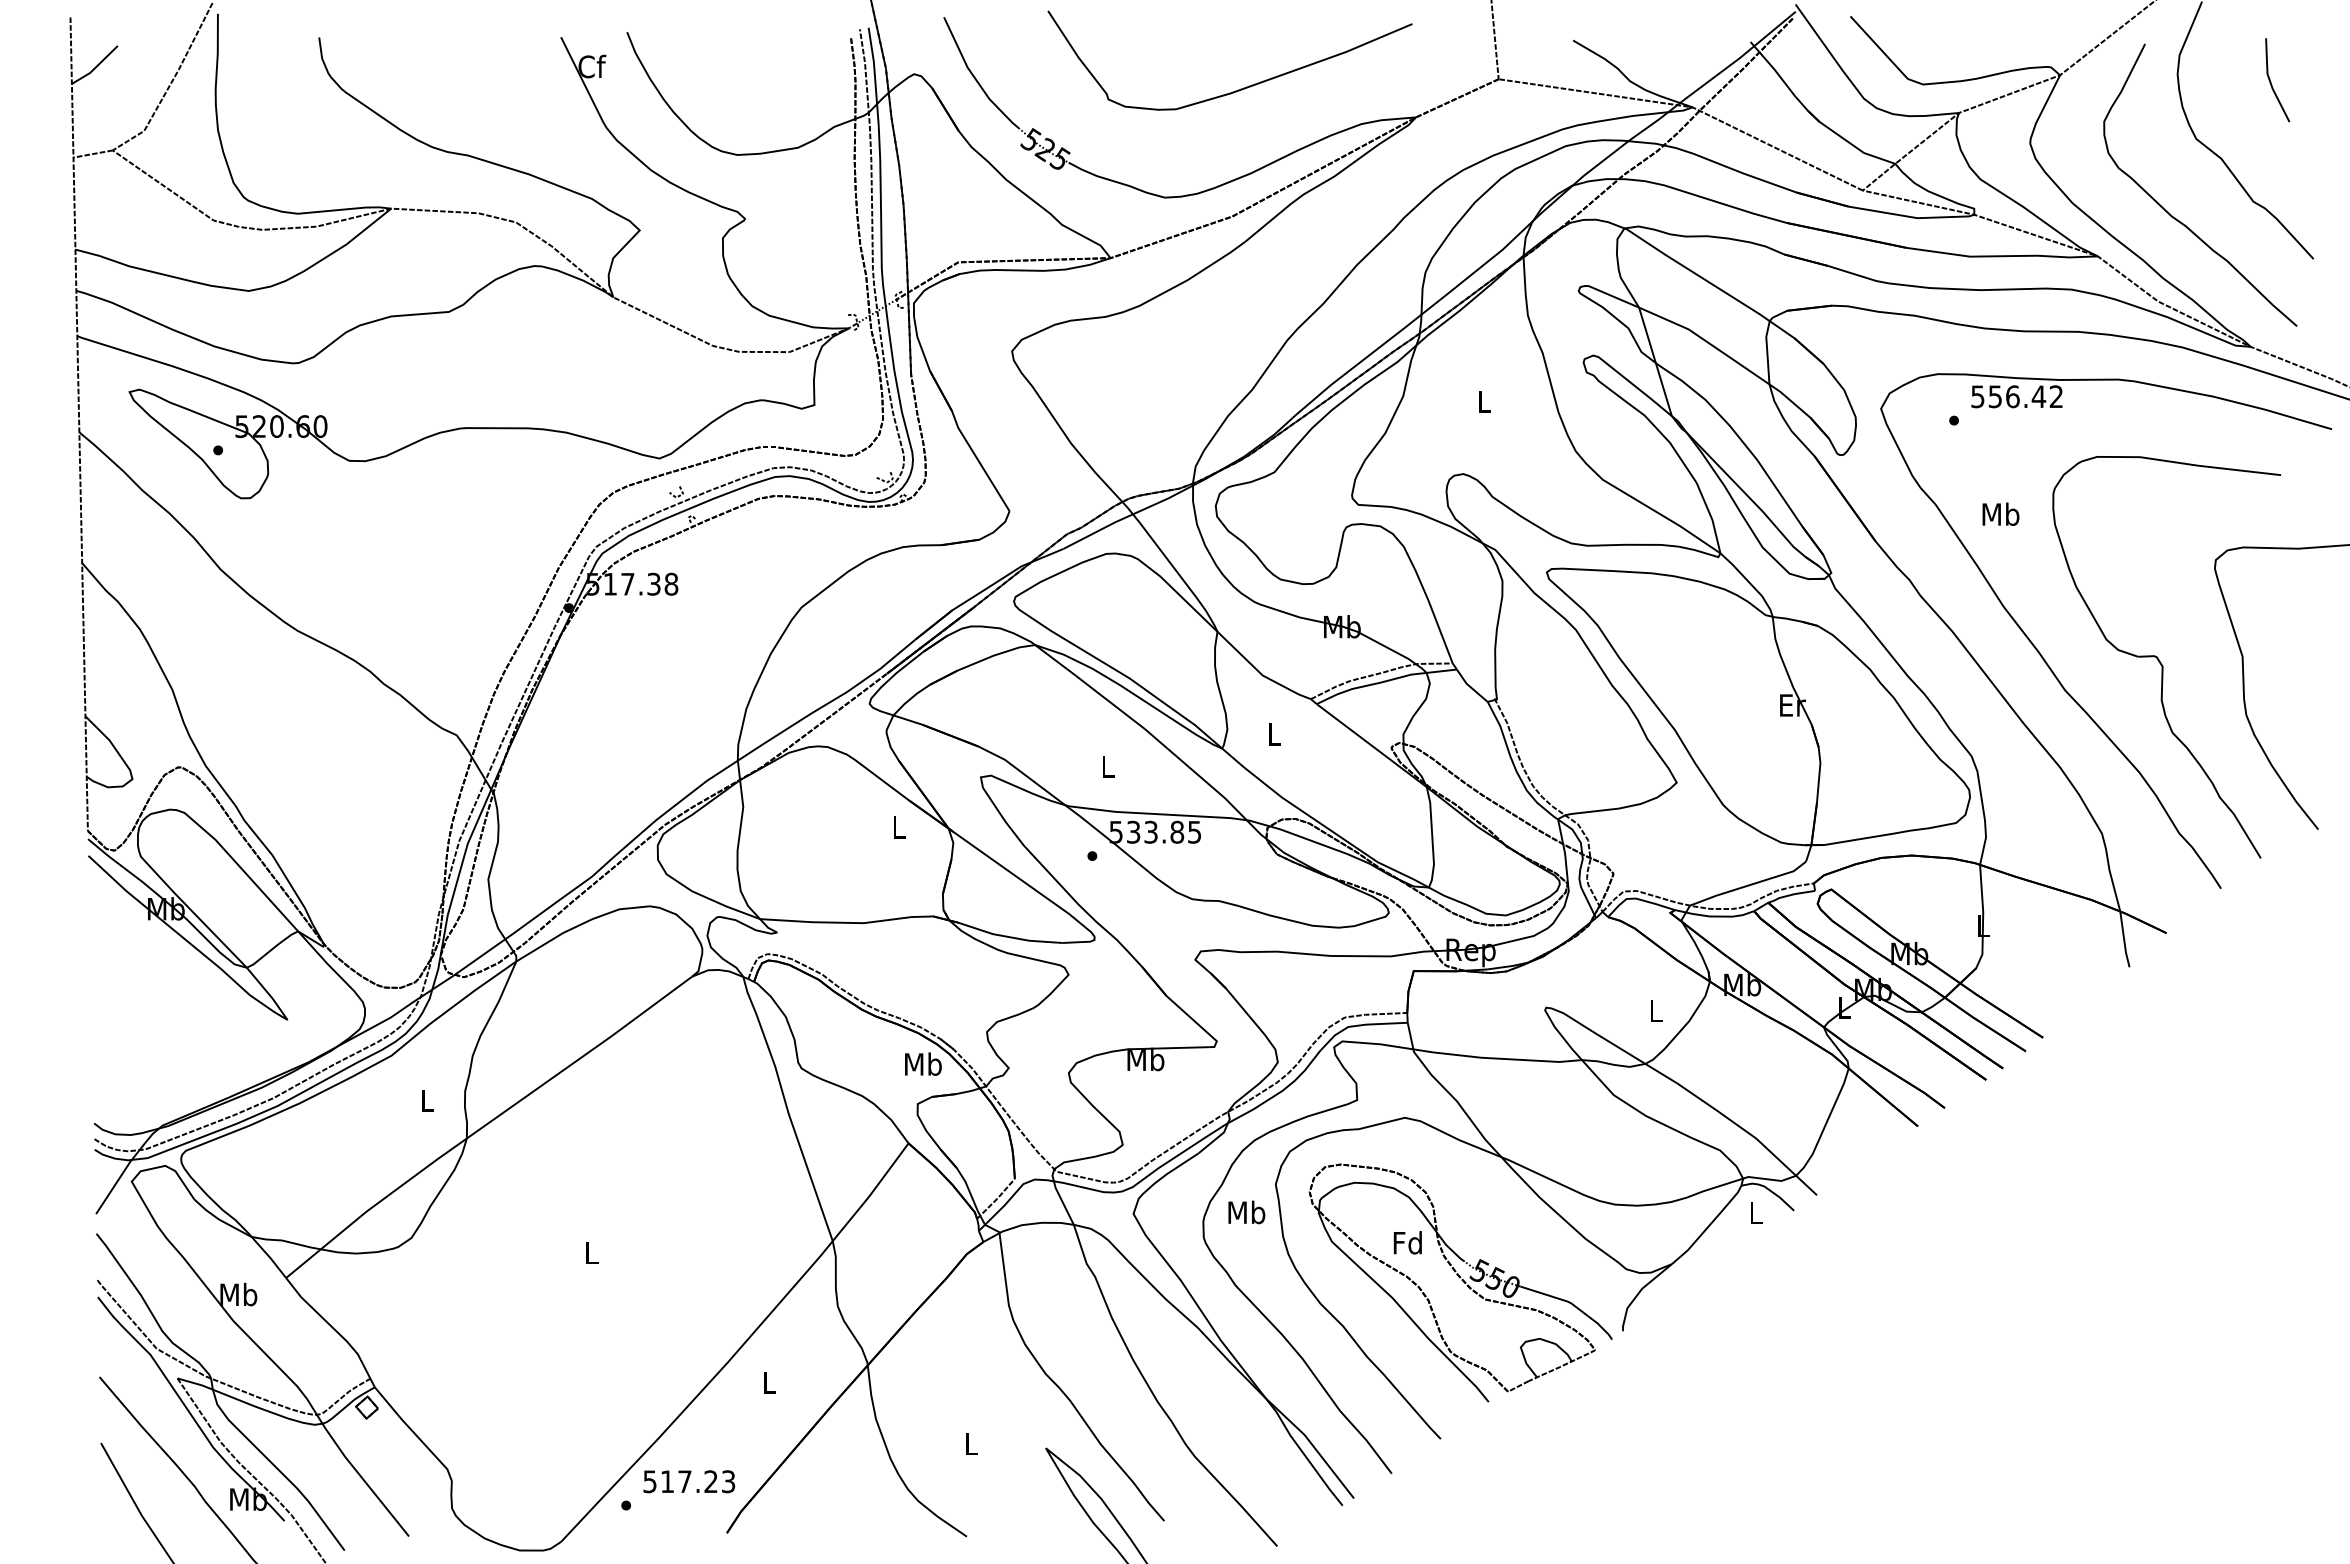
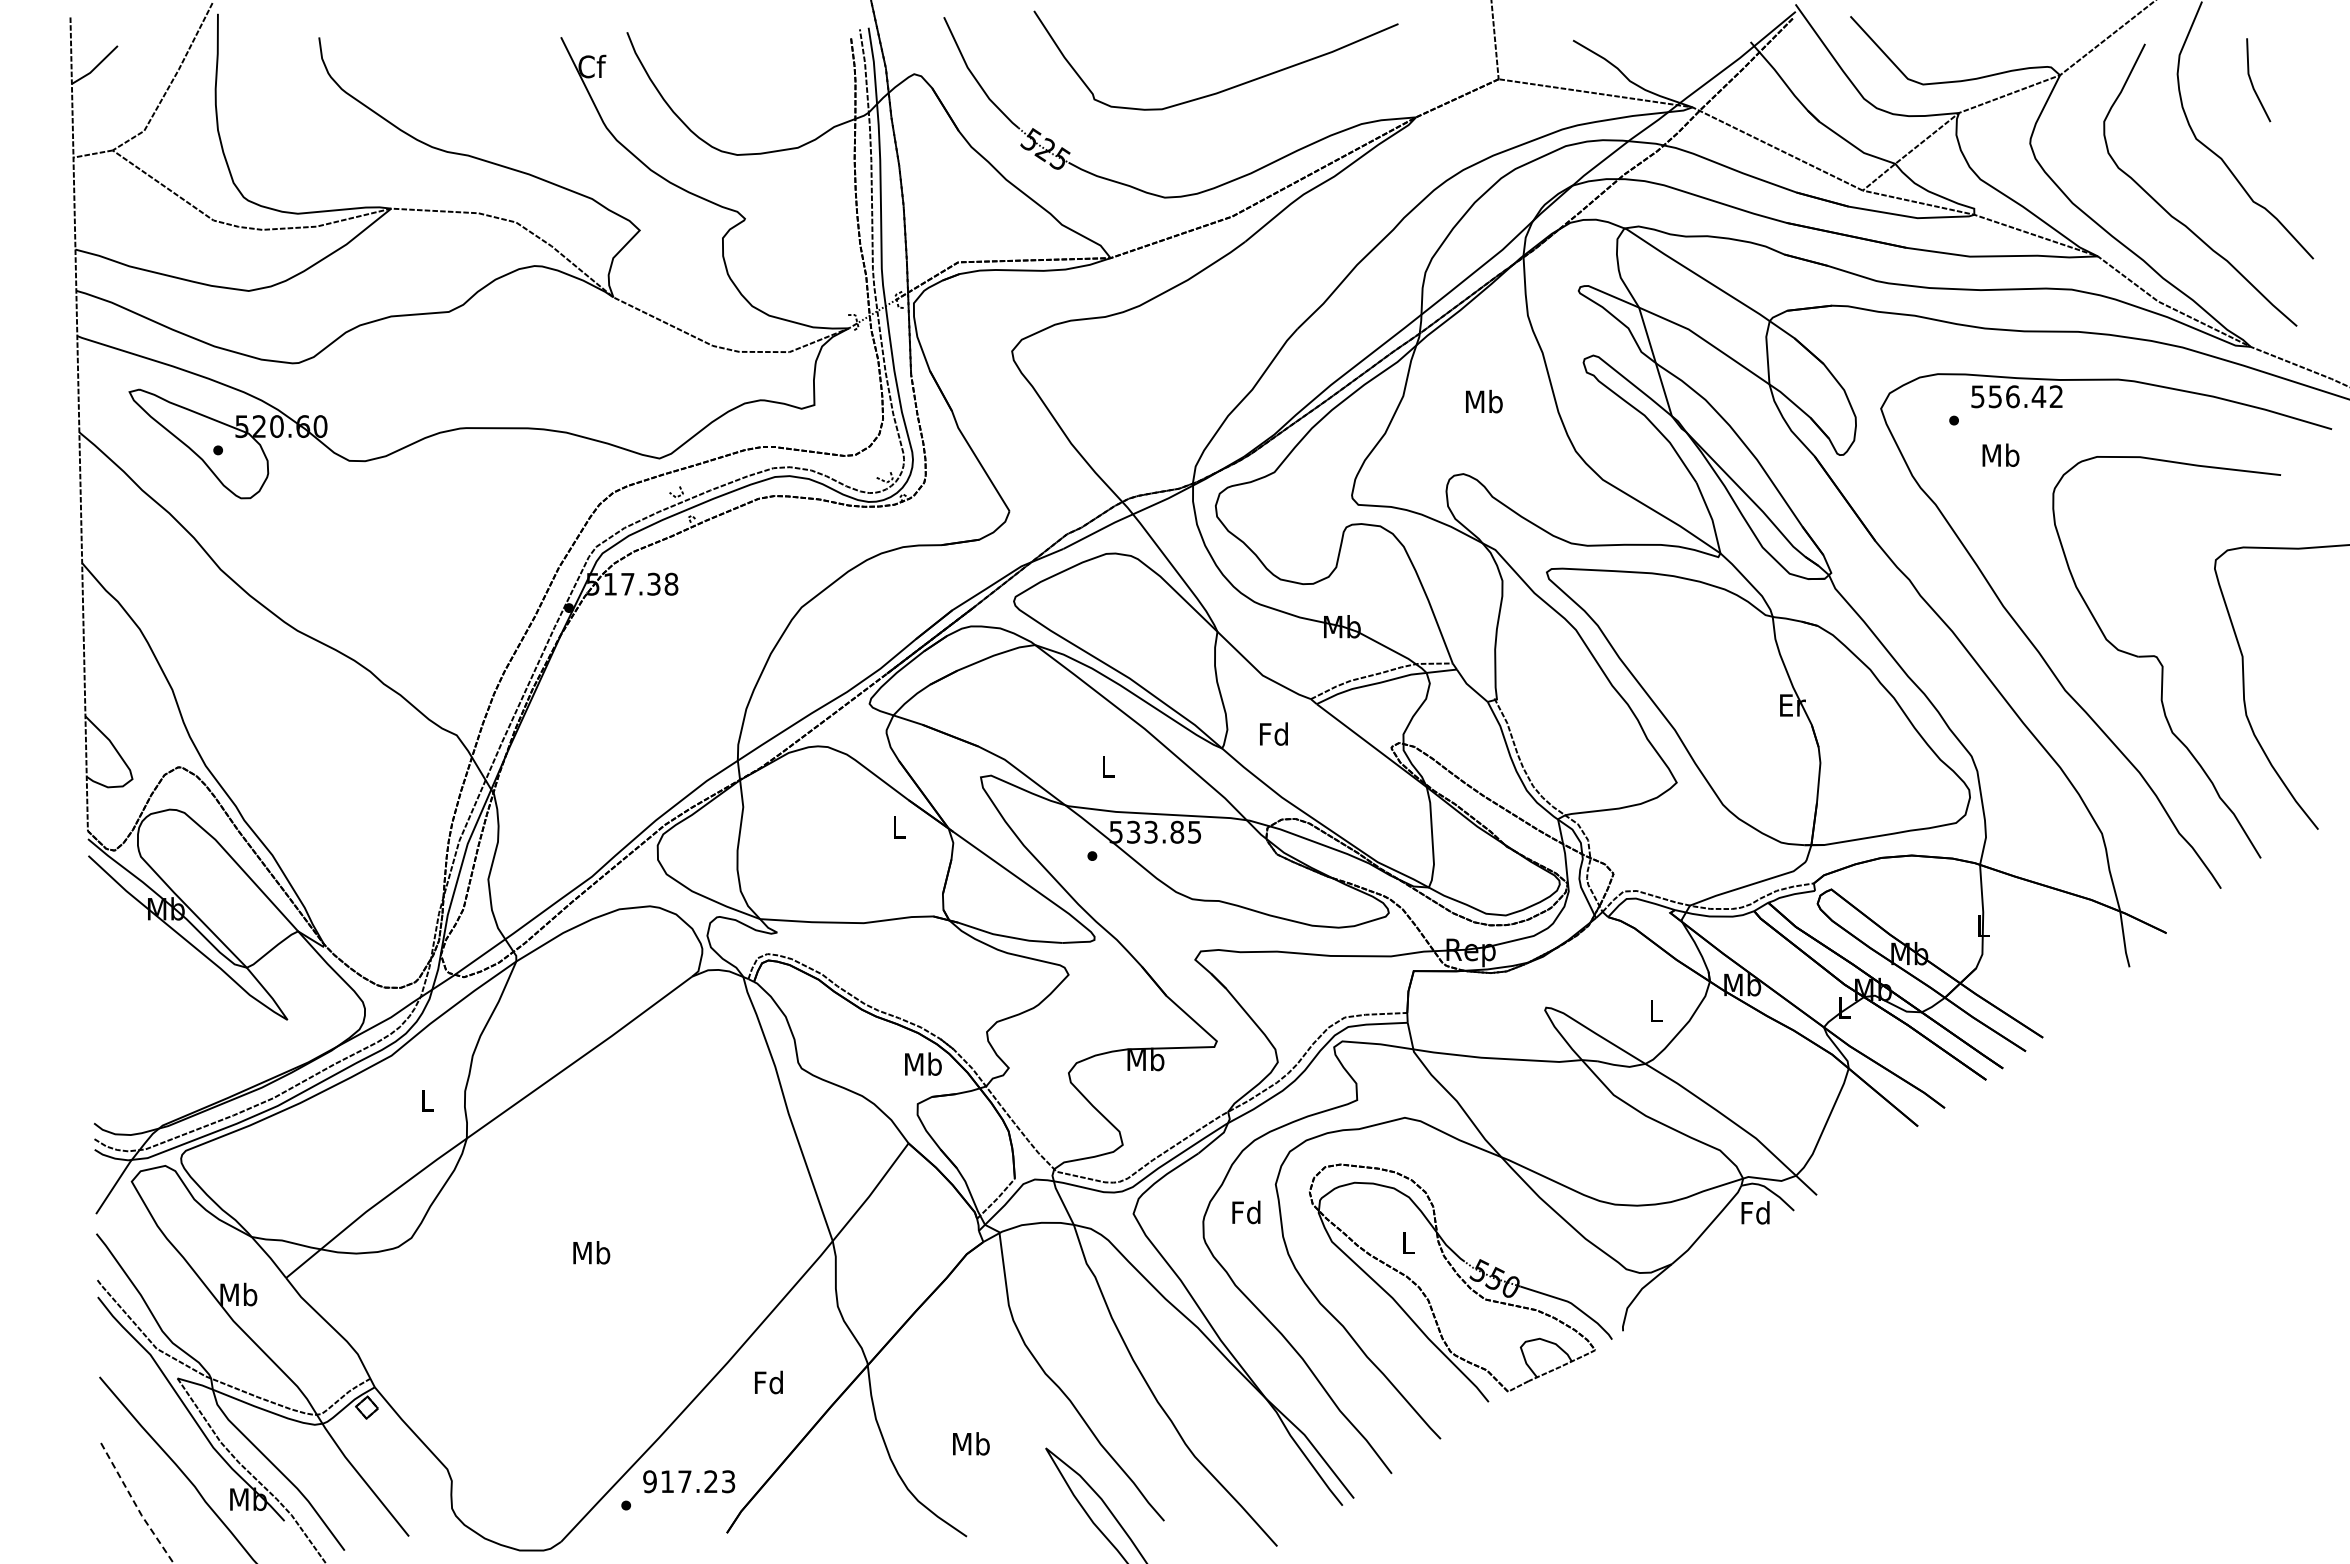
line at (2271, 81) position: (2271, 81) -> (2252, 81)
curve at (1240, 88) position: (1240, 88) -> (1226, 88)
text at (1484, 401): L -> Mb
text at (2000, 513) position: (2000, 513) -> (2000, 454)
text at (1273, 733): L -> Fd
text at (1246, 1212): Mb -> Fd
text at (1755, 1212): L -> Fd
text at (1407, 1242): Fd -> L
text at (591, 1252): L -> Mb
text at (768, 1382): L -> Fd
text at (971, 1443): L -> Mb
text at (649, 1481): 517.23 -> 917.23
line at (136, 1505): solid -> dashed
